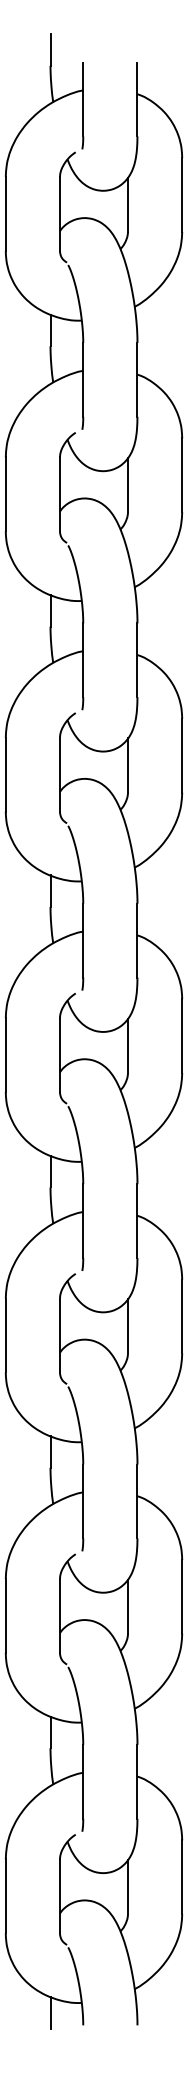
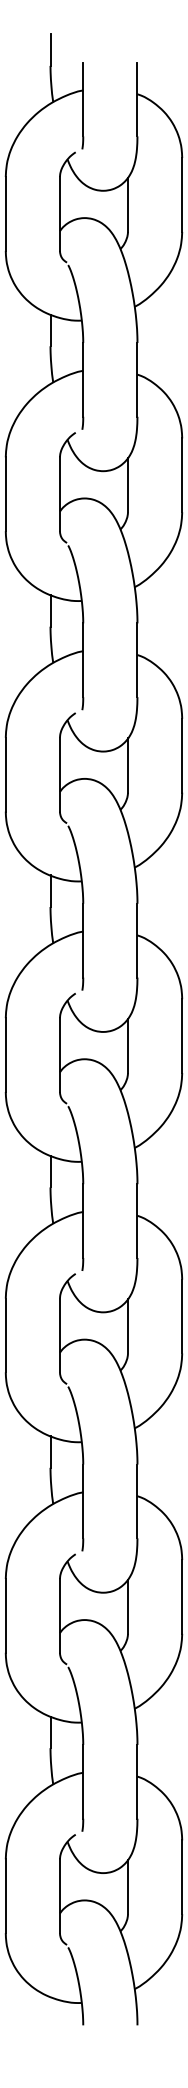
line at (50, 2012): present -> none
